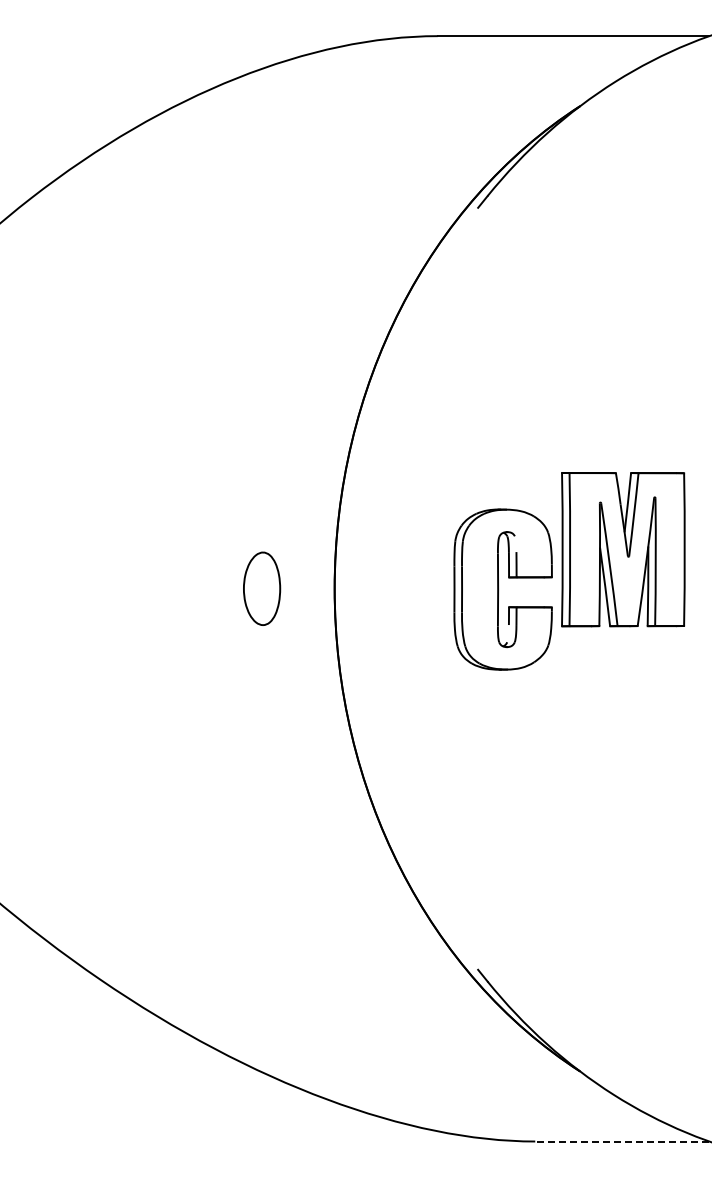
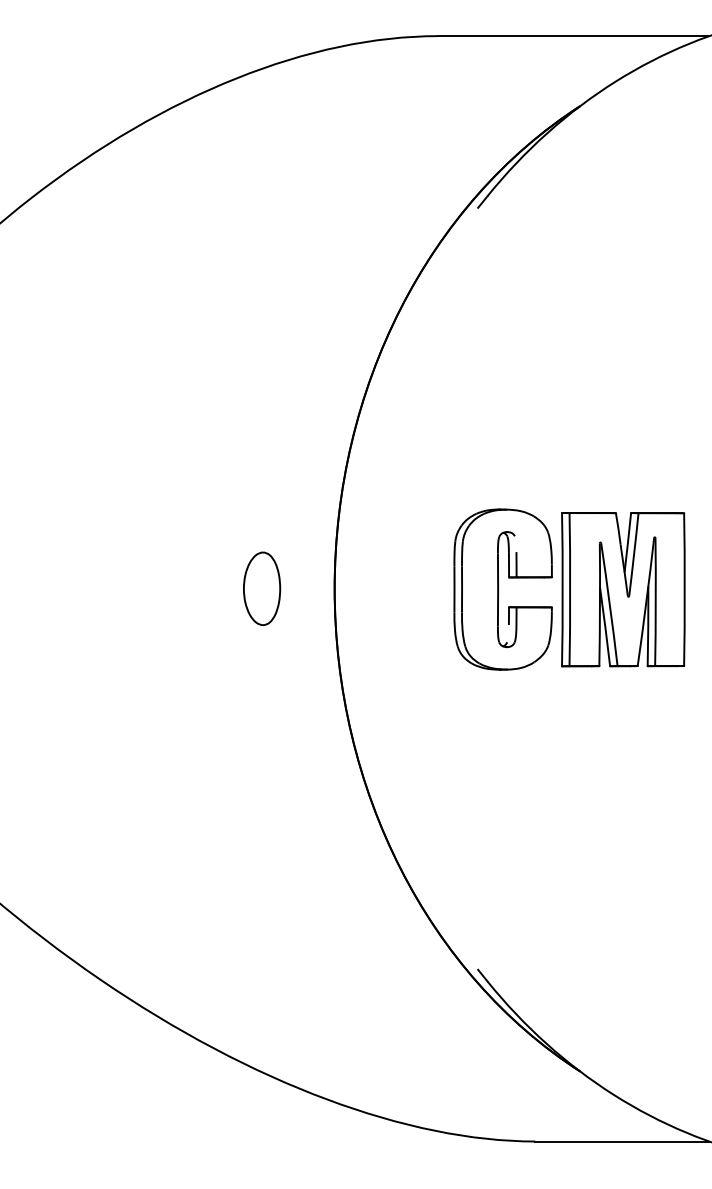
part at (623, 549) position: (623, 549) -> (623, 589)
line at (622, 1141): dashed -> solid
